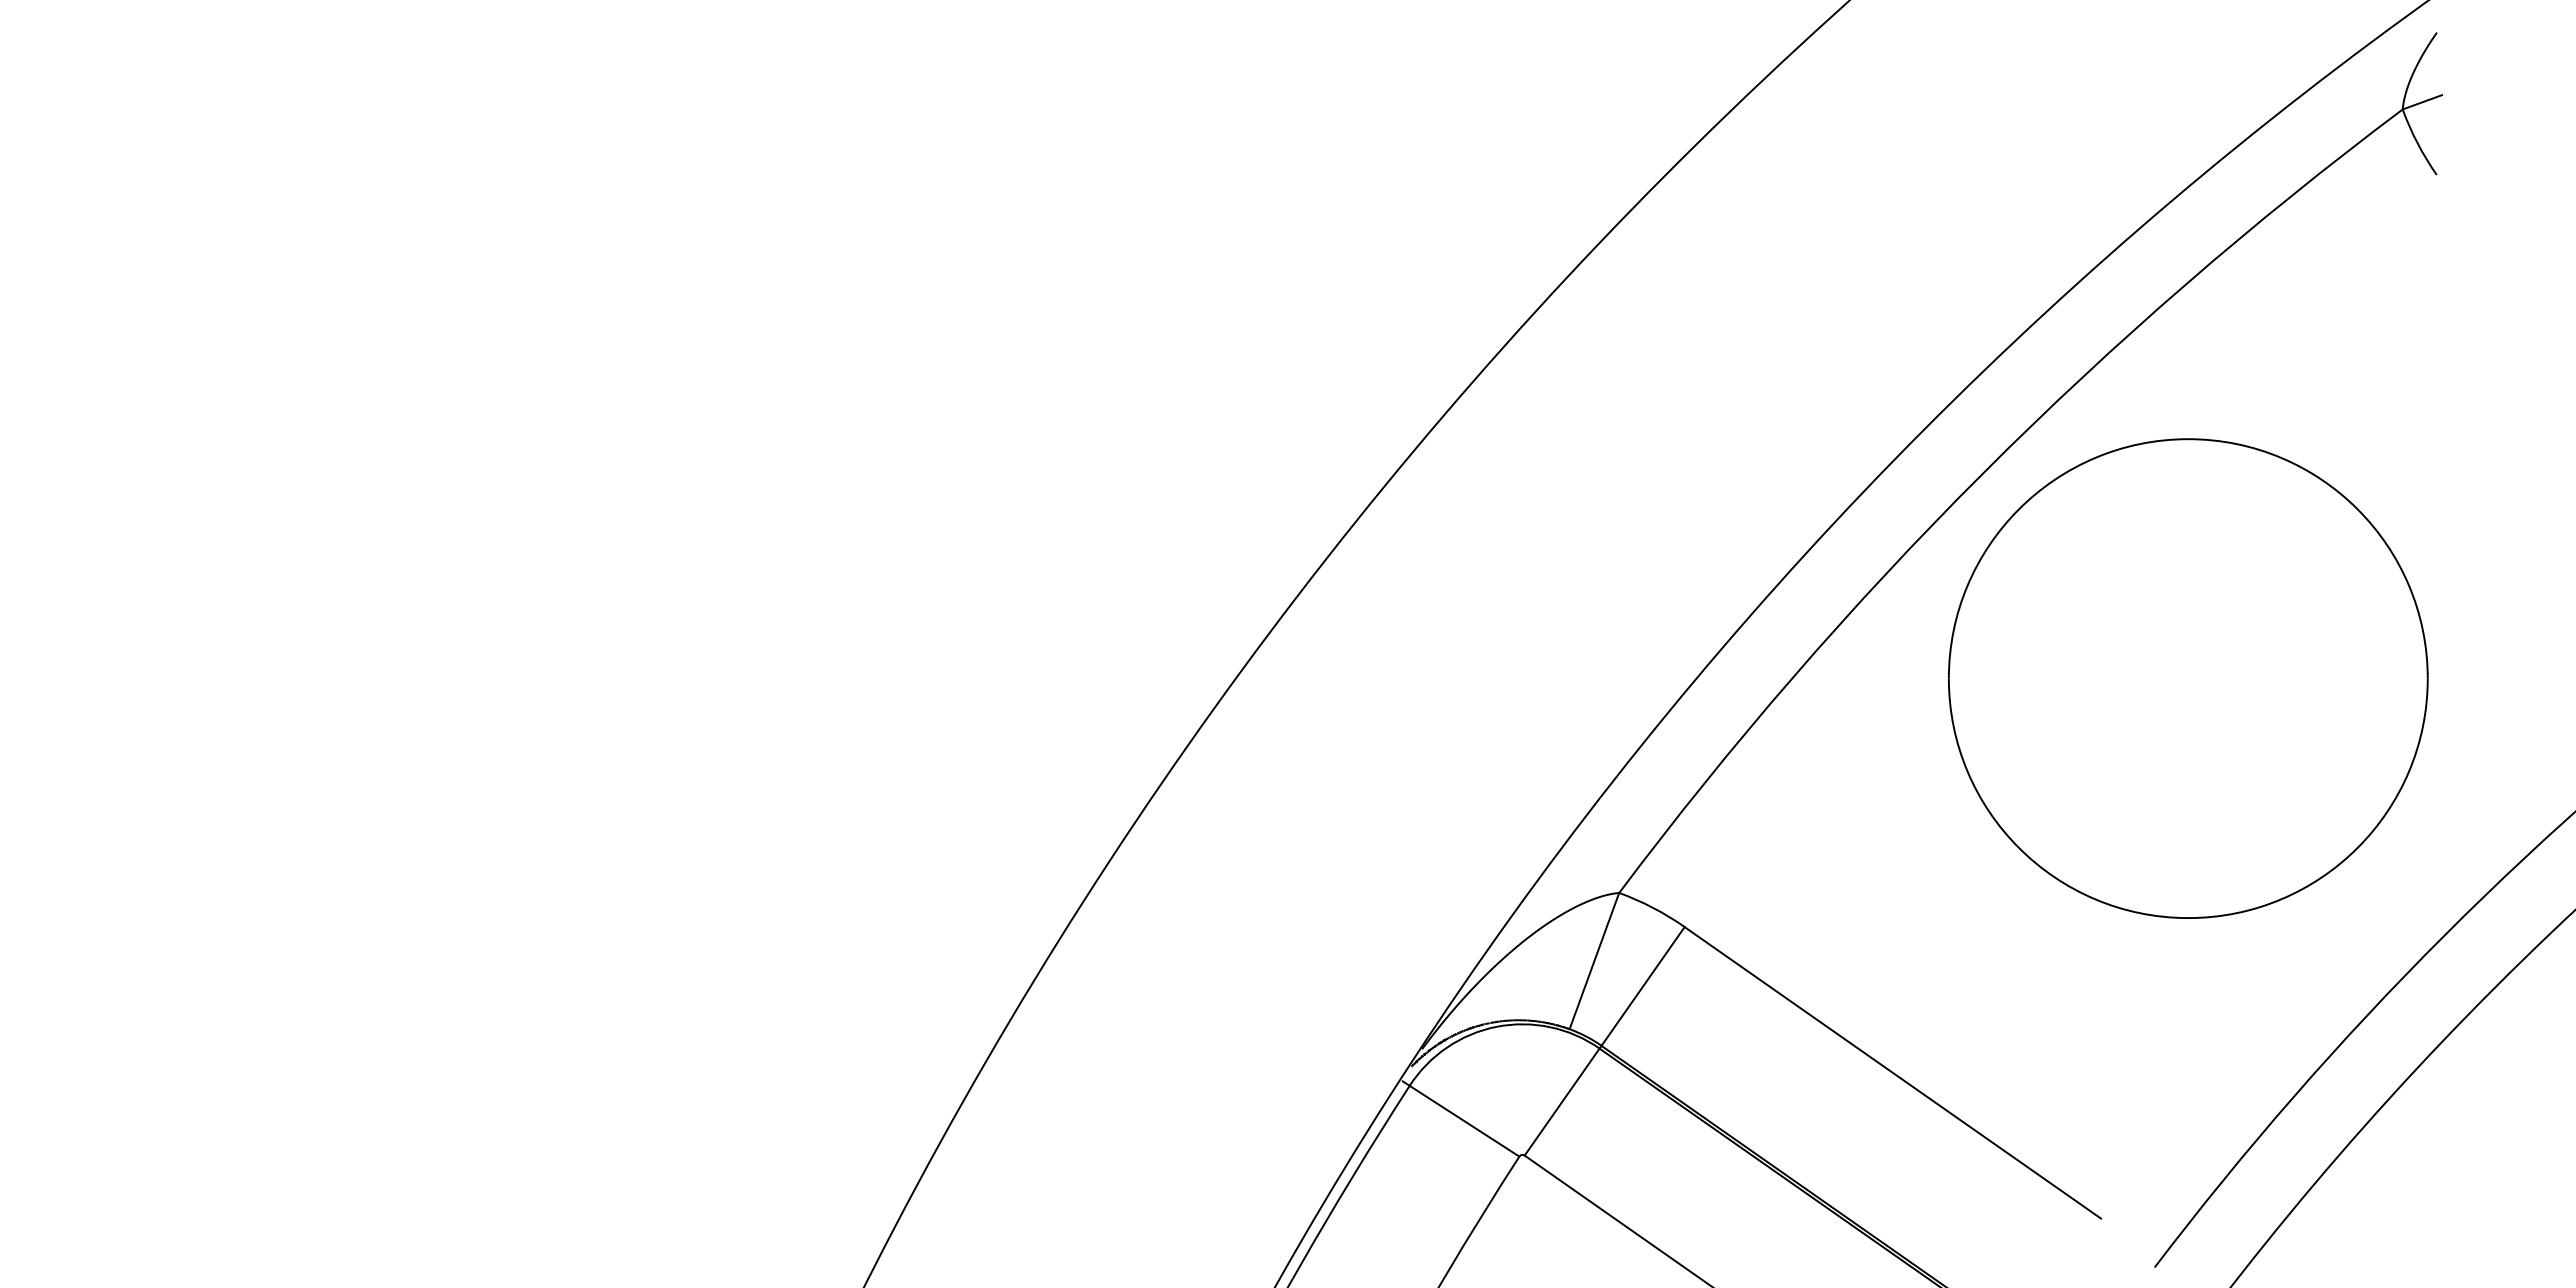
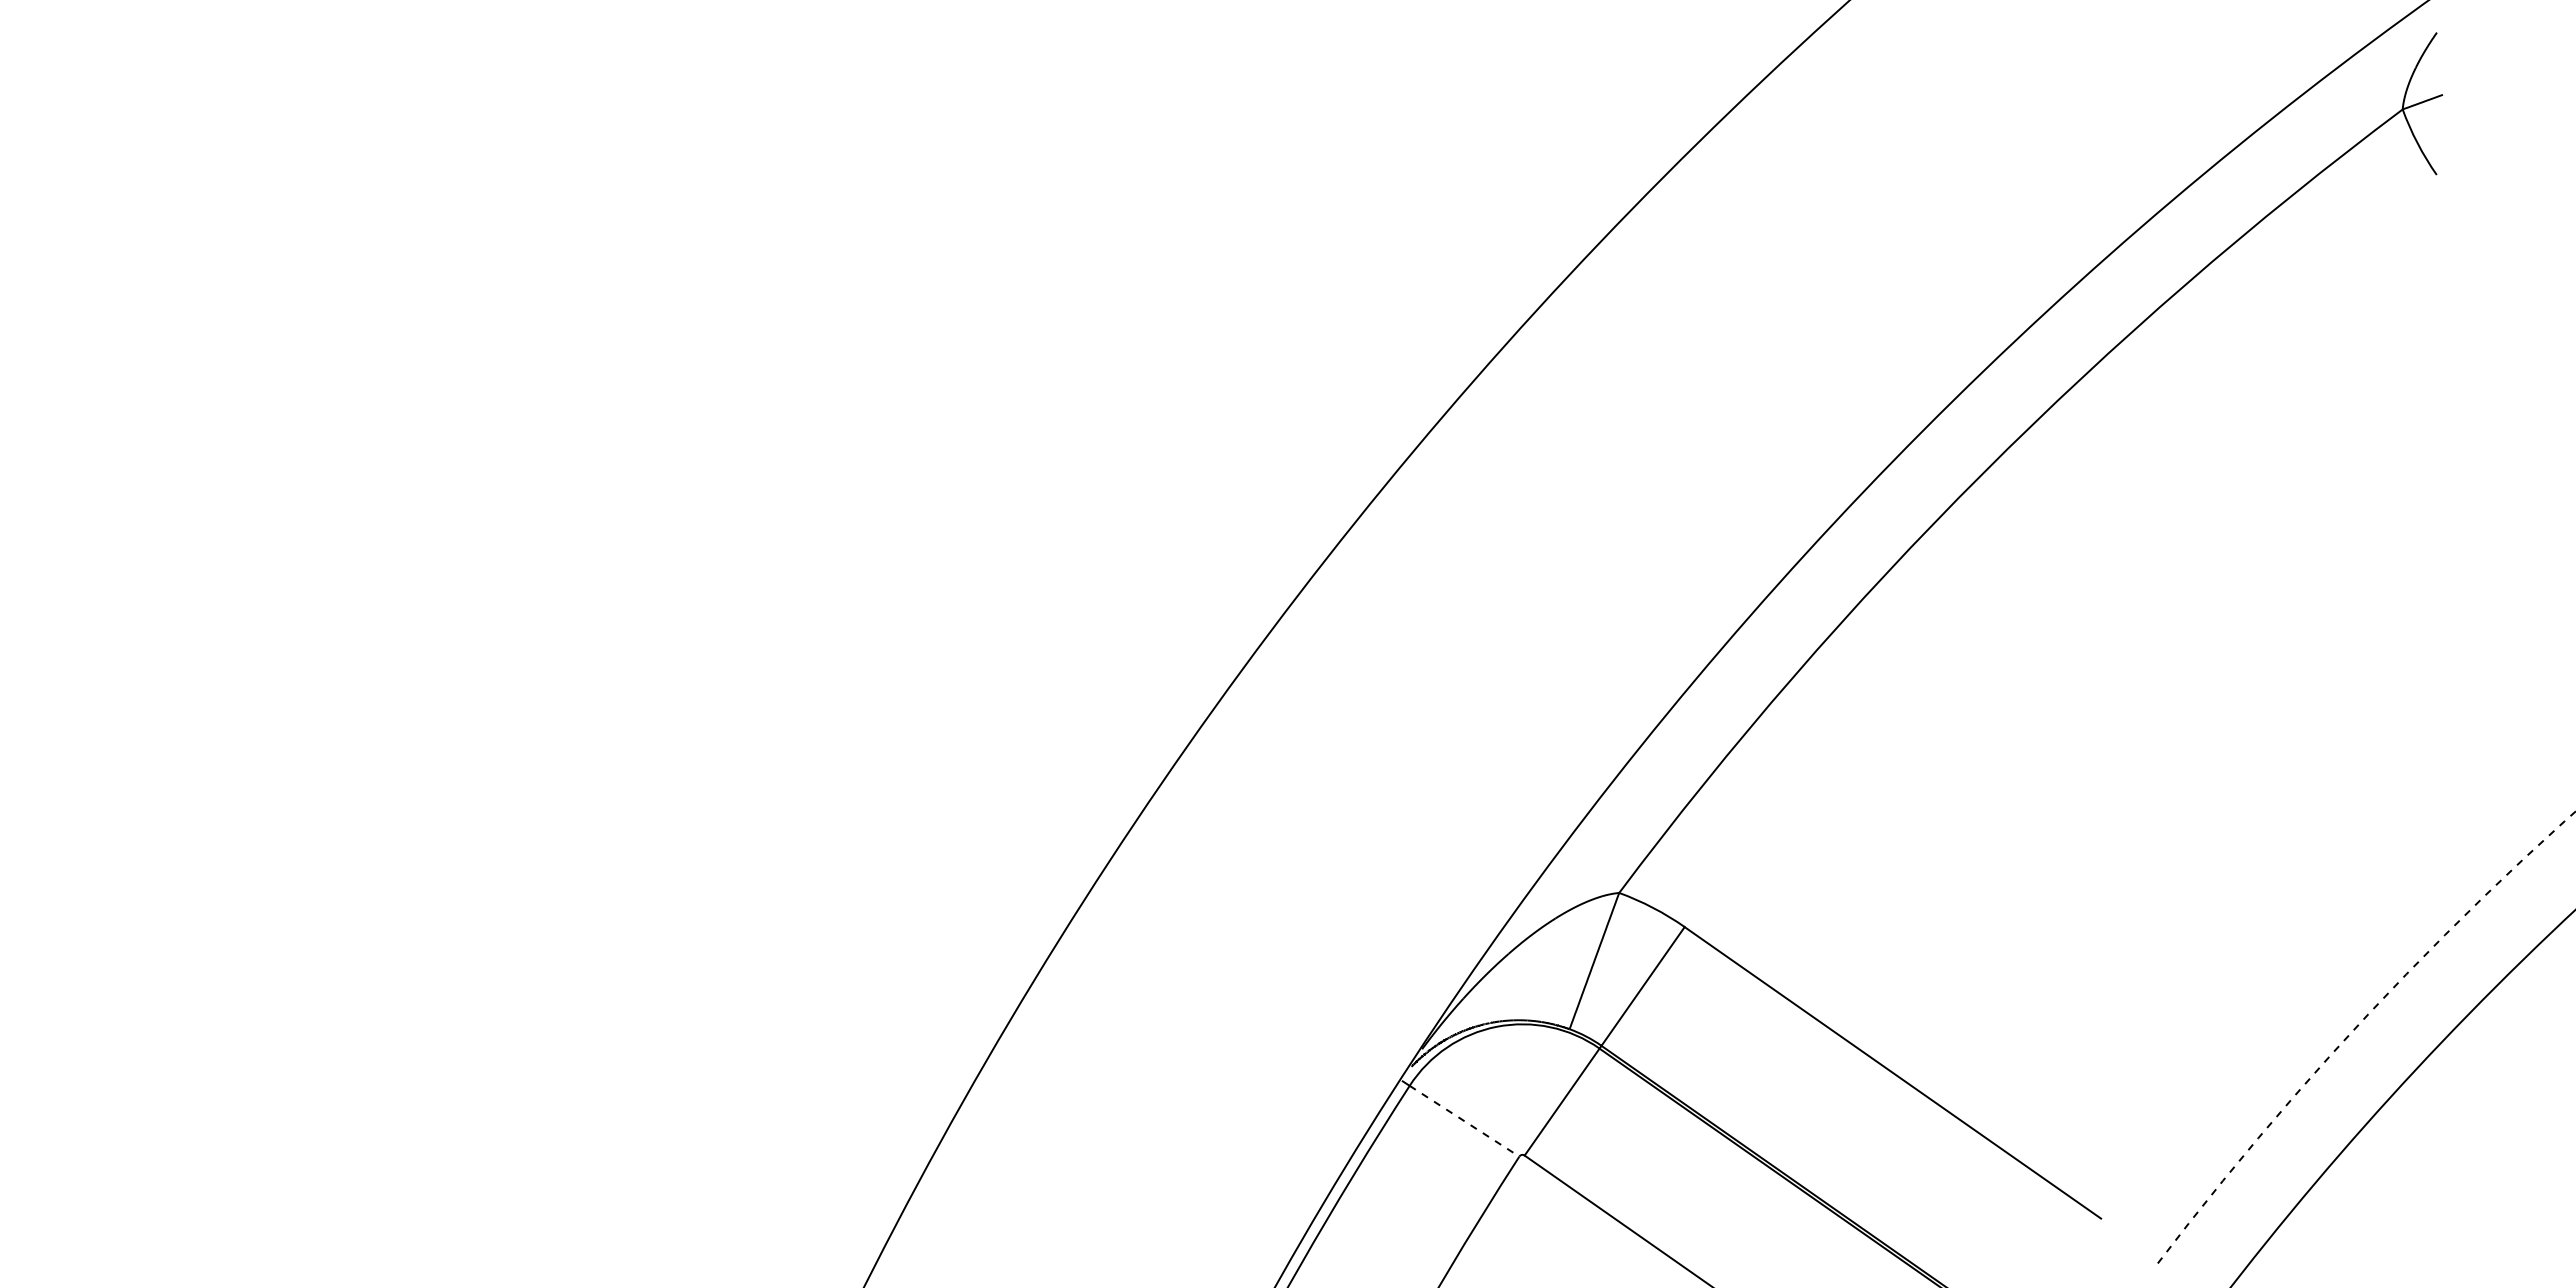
part at (2188, 678): present -> none
arc at (2354, 1028): solid -> dashed
line at (1464, 1121): solid -> dashed
